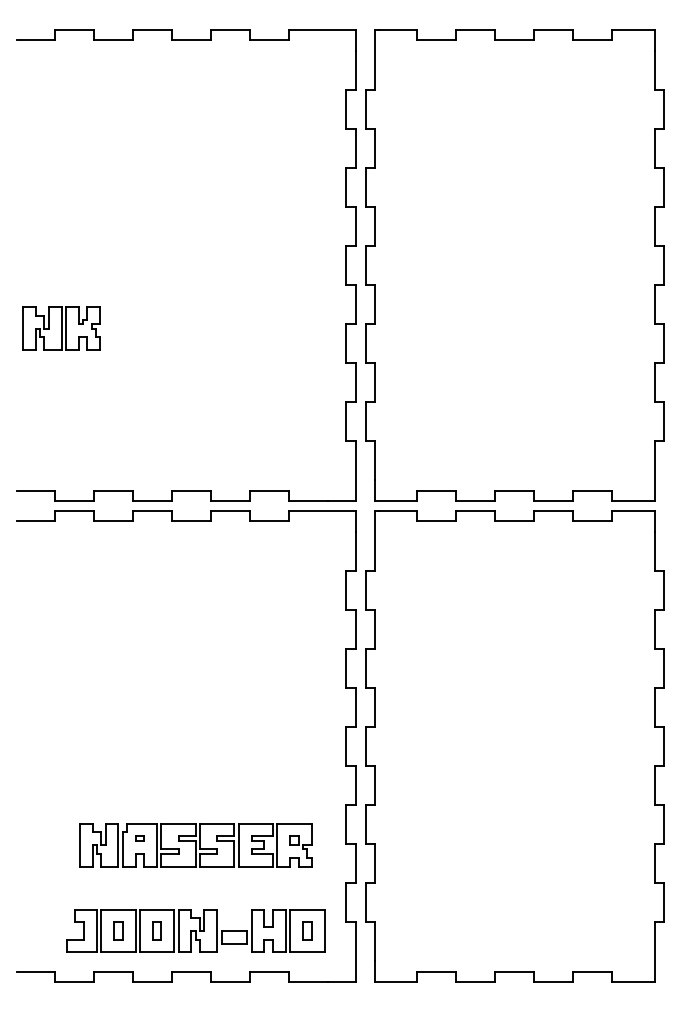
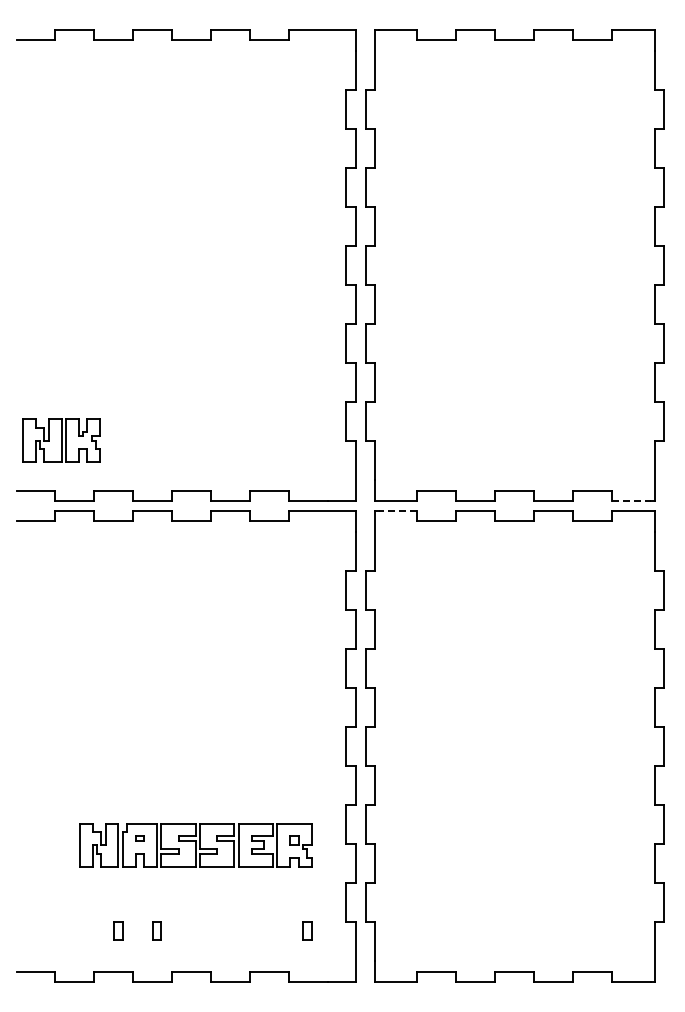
part at (61, 328) position: (61, 328) -> (61, 440)
line at (632, 501): solid -> dashed
line at (397, 510): solid -> dashed
part at (195, 930): present -> none
